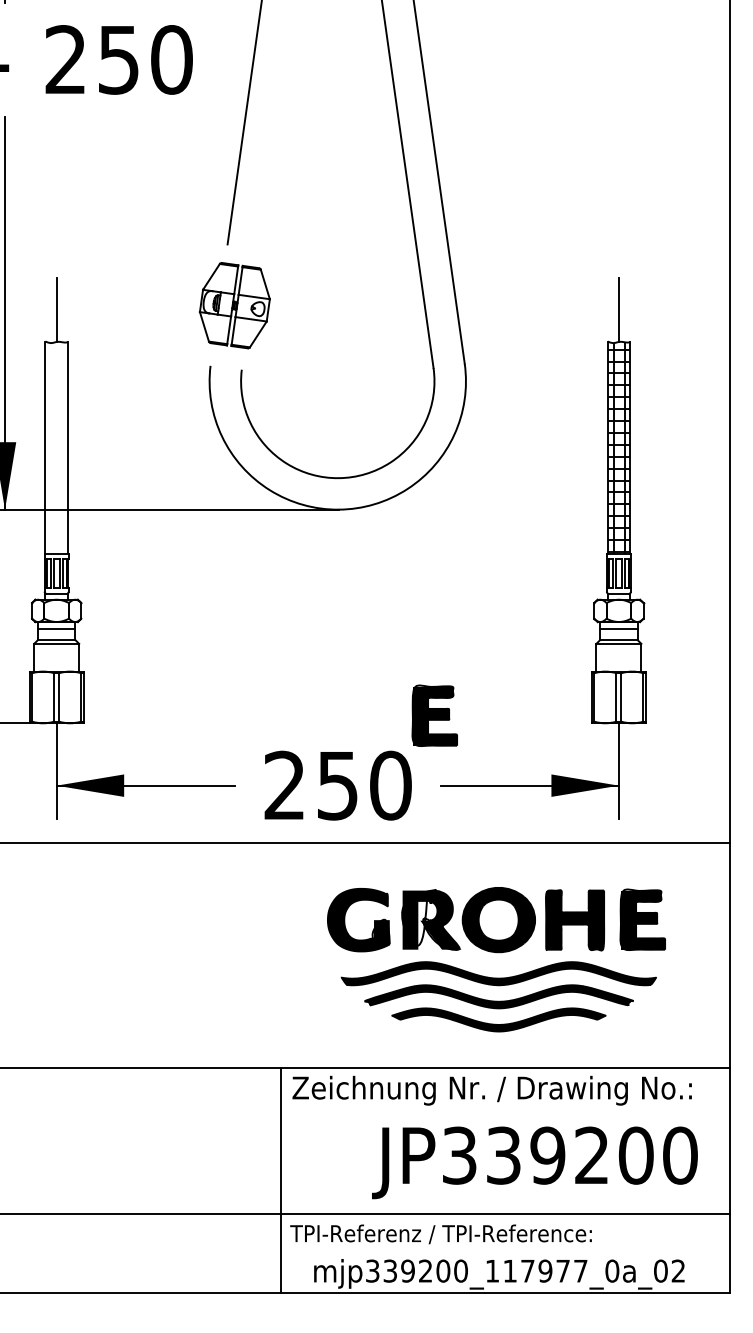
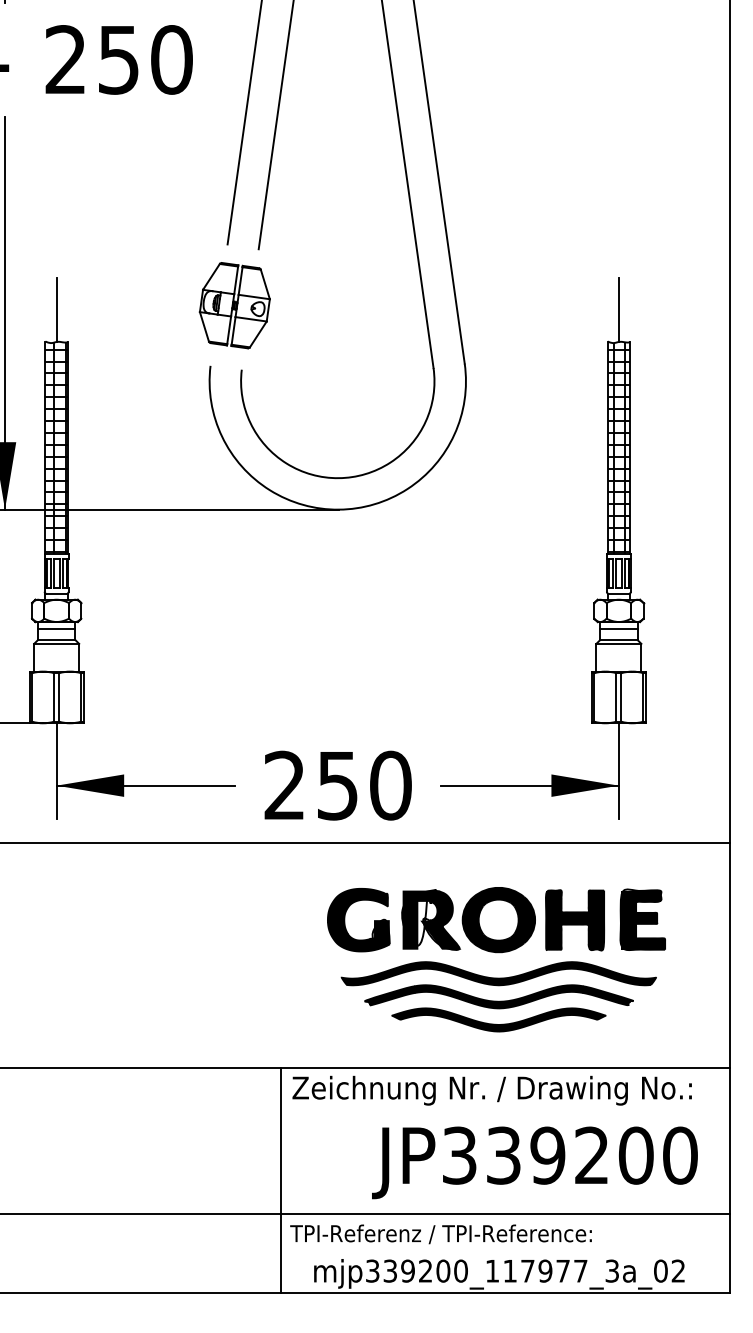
line at (275, 125): none -> present
hatch at (56, 447): none -> present
part at (434, 715): present -> none
text at (612, 1270): mjp339200_117977_0a_02 -> mjp339200_117977_3a_02
